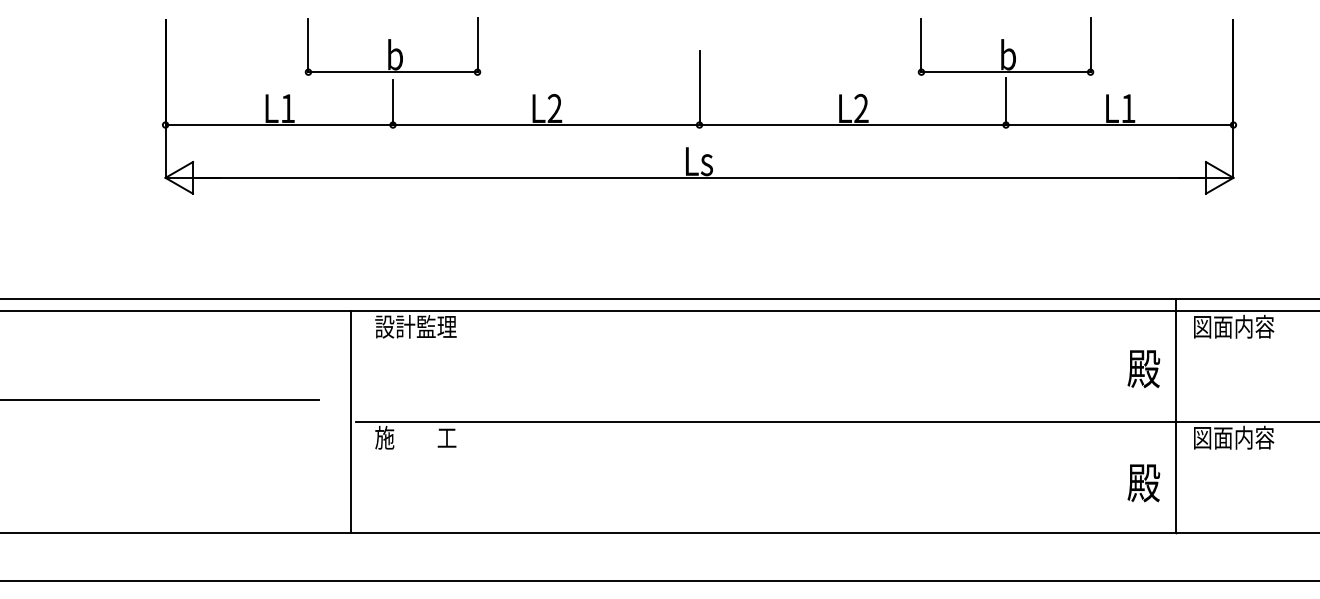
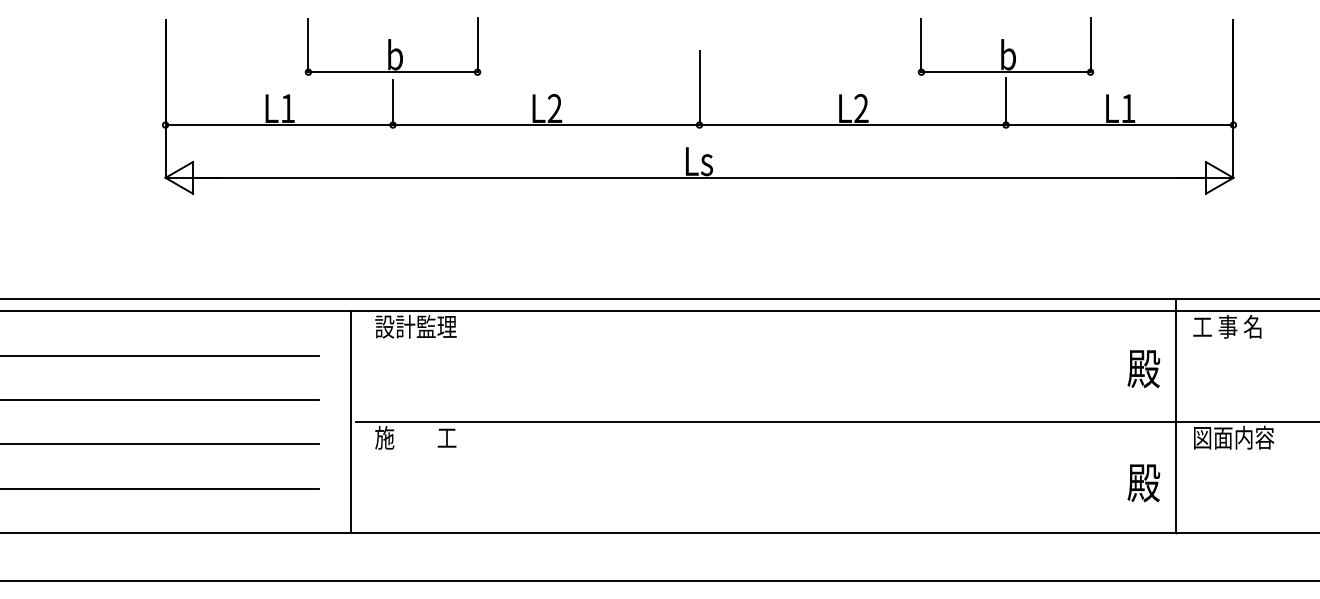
text at (1233, 326): 図面内容 -> 工 事 名
line at (160, 355): none -> present
line at (160, 444): none -> present
line at (160, 488): none -> present
